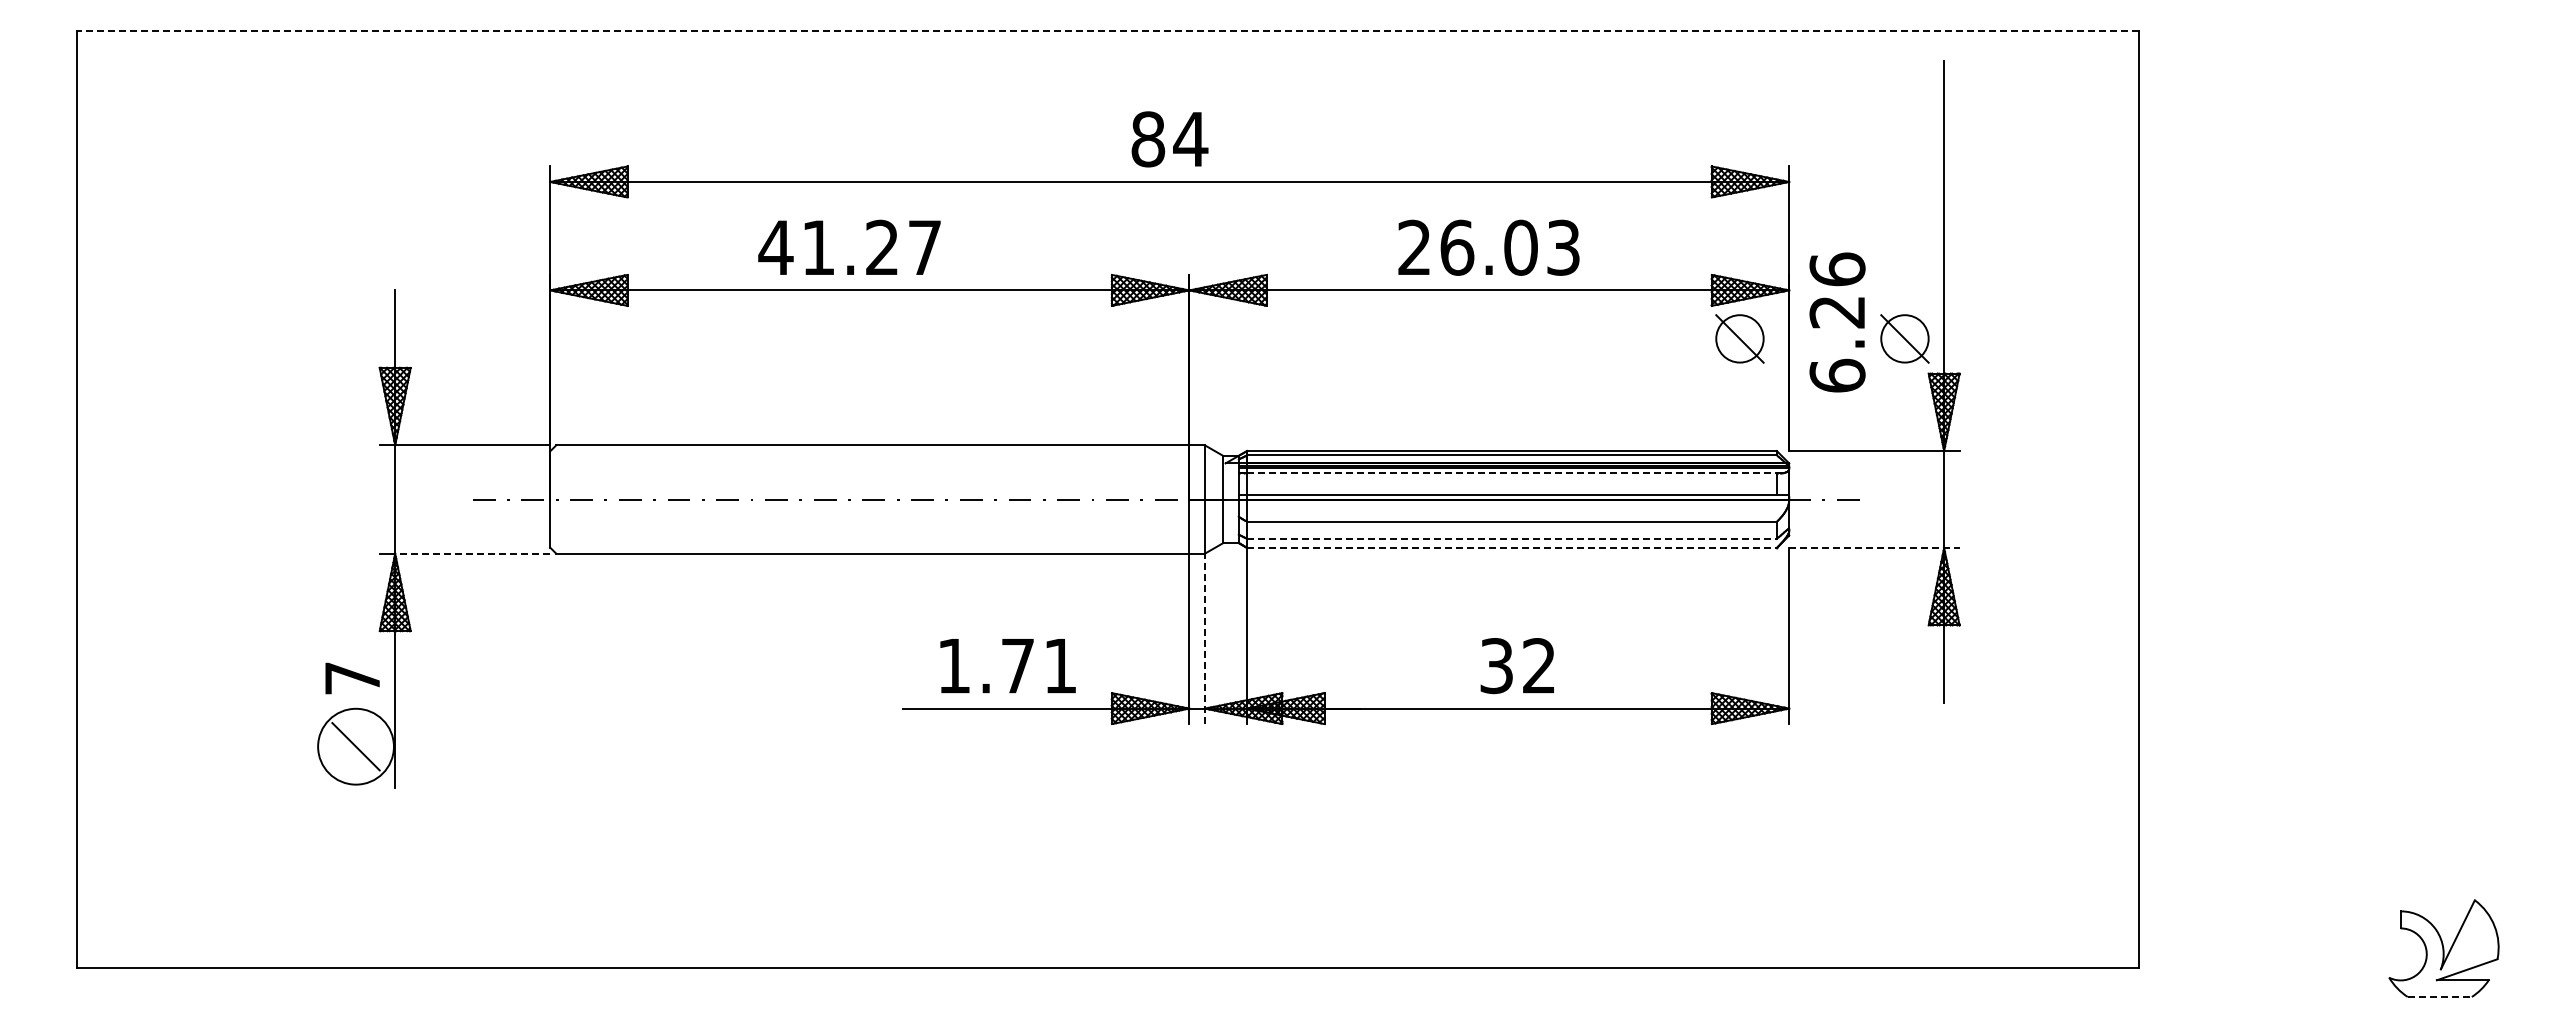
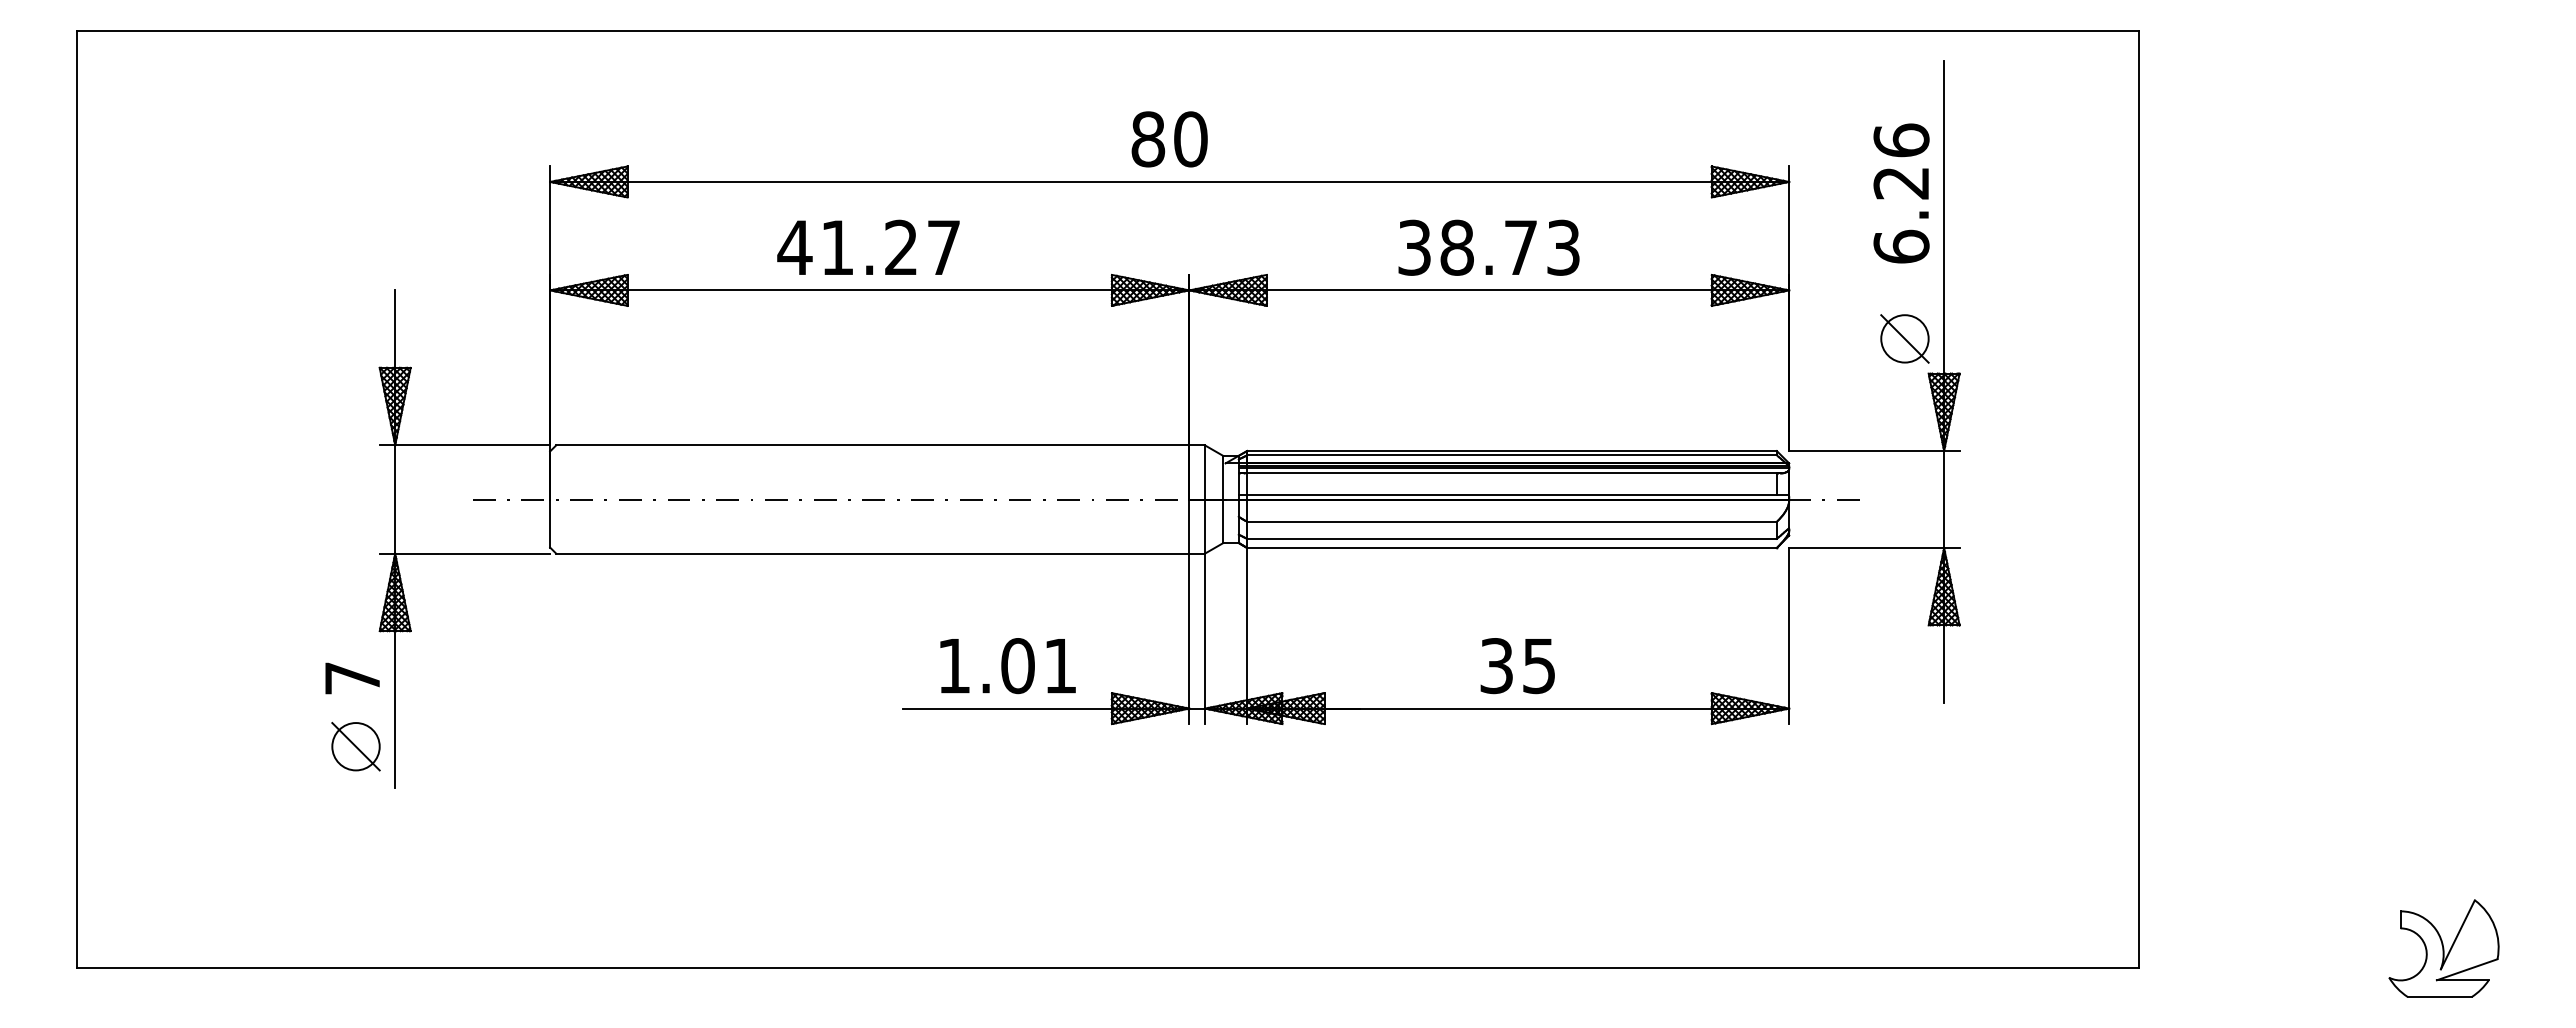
line at (1108, 30): dashed -> solid
text at (1190, 139): 84 -> 80
text at (849, 246) position: (849, 246) -> (868, 246)
text at (1467, 247): 26.03 -> 38.73
text at (1837, 322) position: (1837, 322) -> (1901, 193)
part at (1739, 338): present -> none
line at (1512, 473): dashed -> solid
line at (1512, 538): dashed -> solid
line at (1512, 547): dashed -> solid
line at (1874, 547): dashed -> solid
line at (472, 553): dashed -> solid
line at (1205, 638): dashed -> solid
text at (1017, 666): 1.71 -> 1.01
text at (1538, 666): 32 -> 35
circle at (355, 746) diameter: 76 px -> 47 px
line at (2440, 997): dashed -> solid
